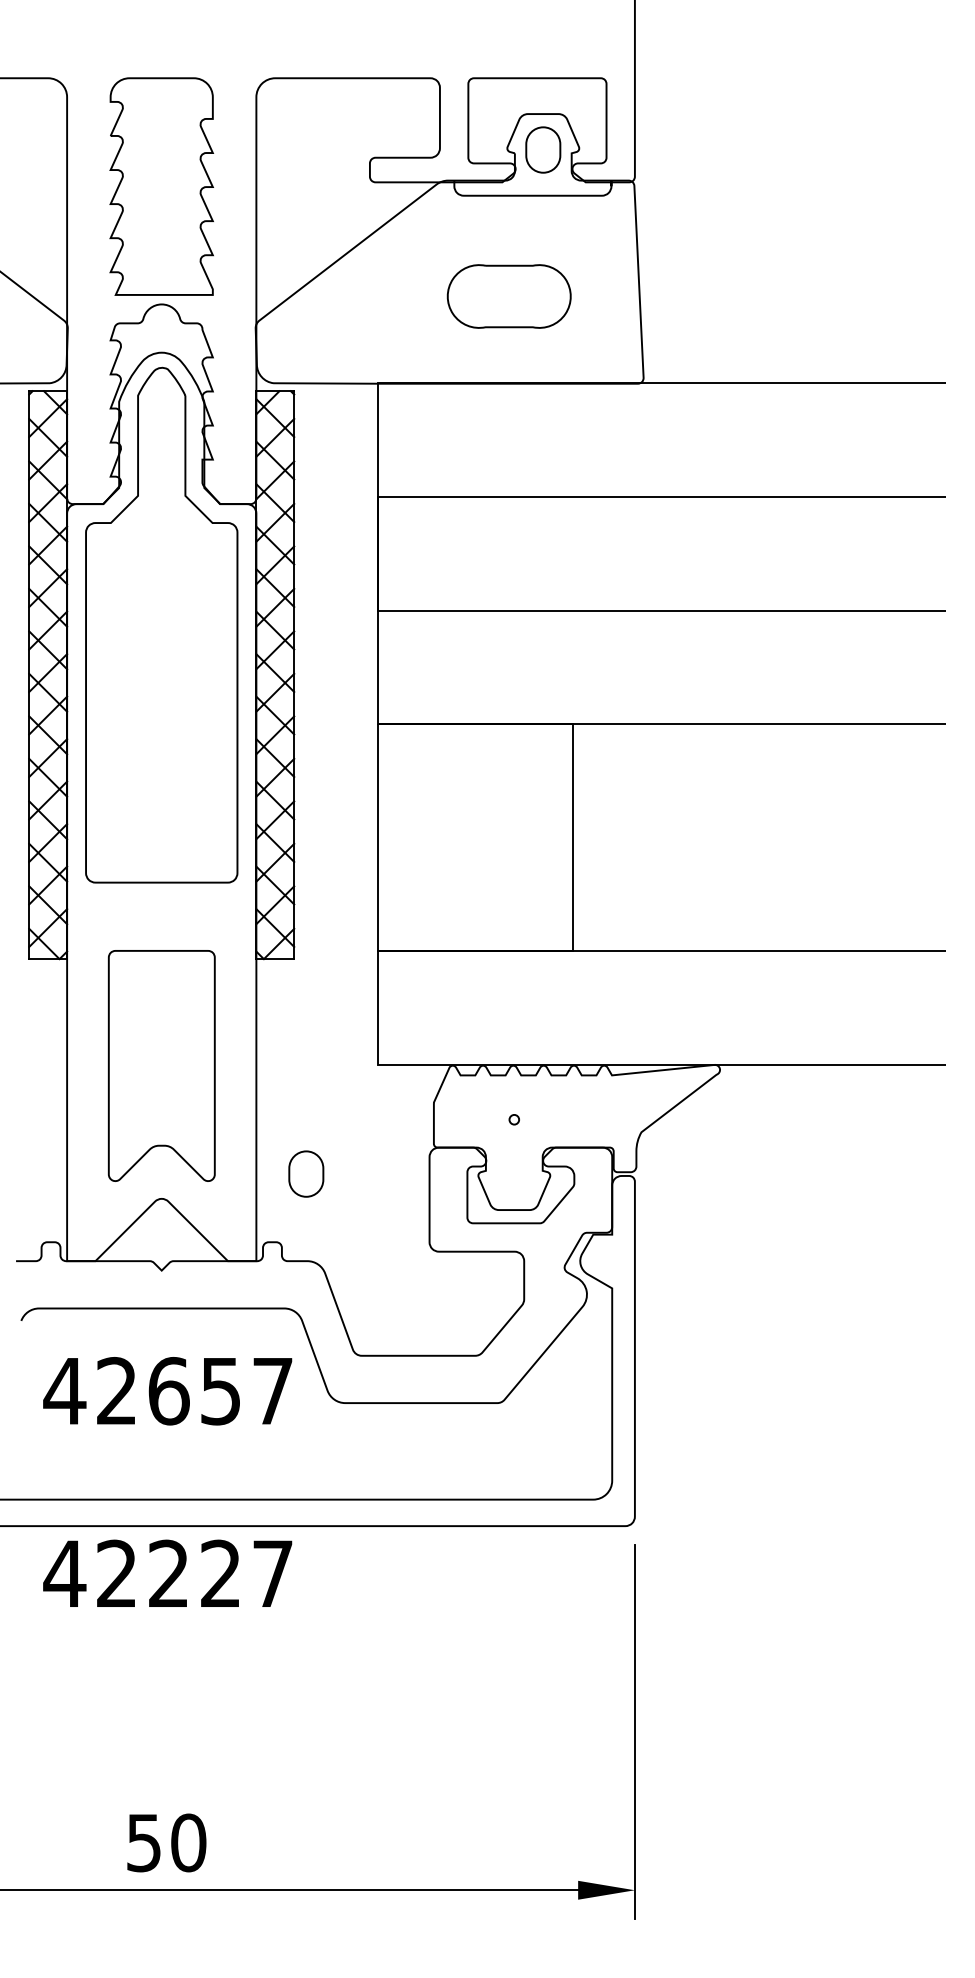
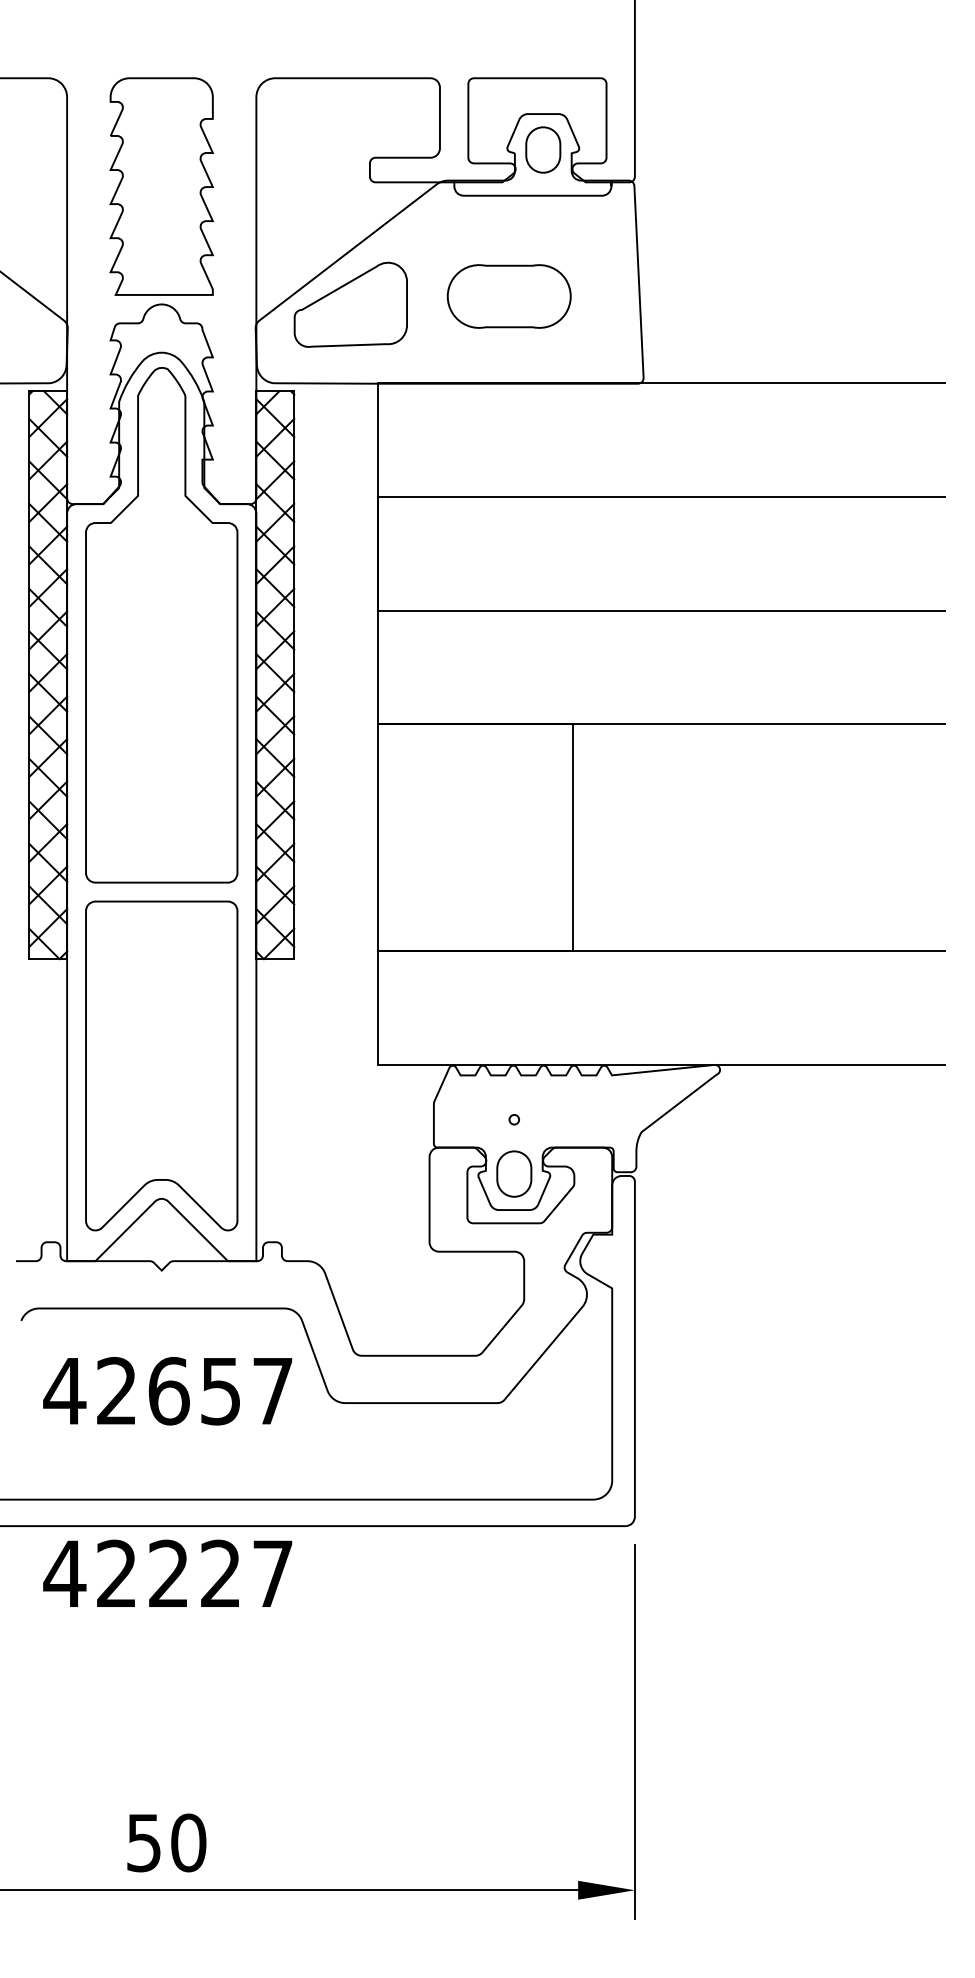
part at (350, 304): none -> present
part at (161, 1065) size: 109x232 px -> 154x332 px
part at (306, 1173) position: (306, 1173) -> (514, 1173)
